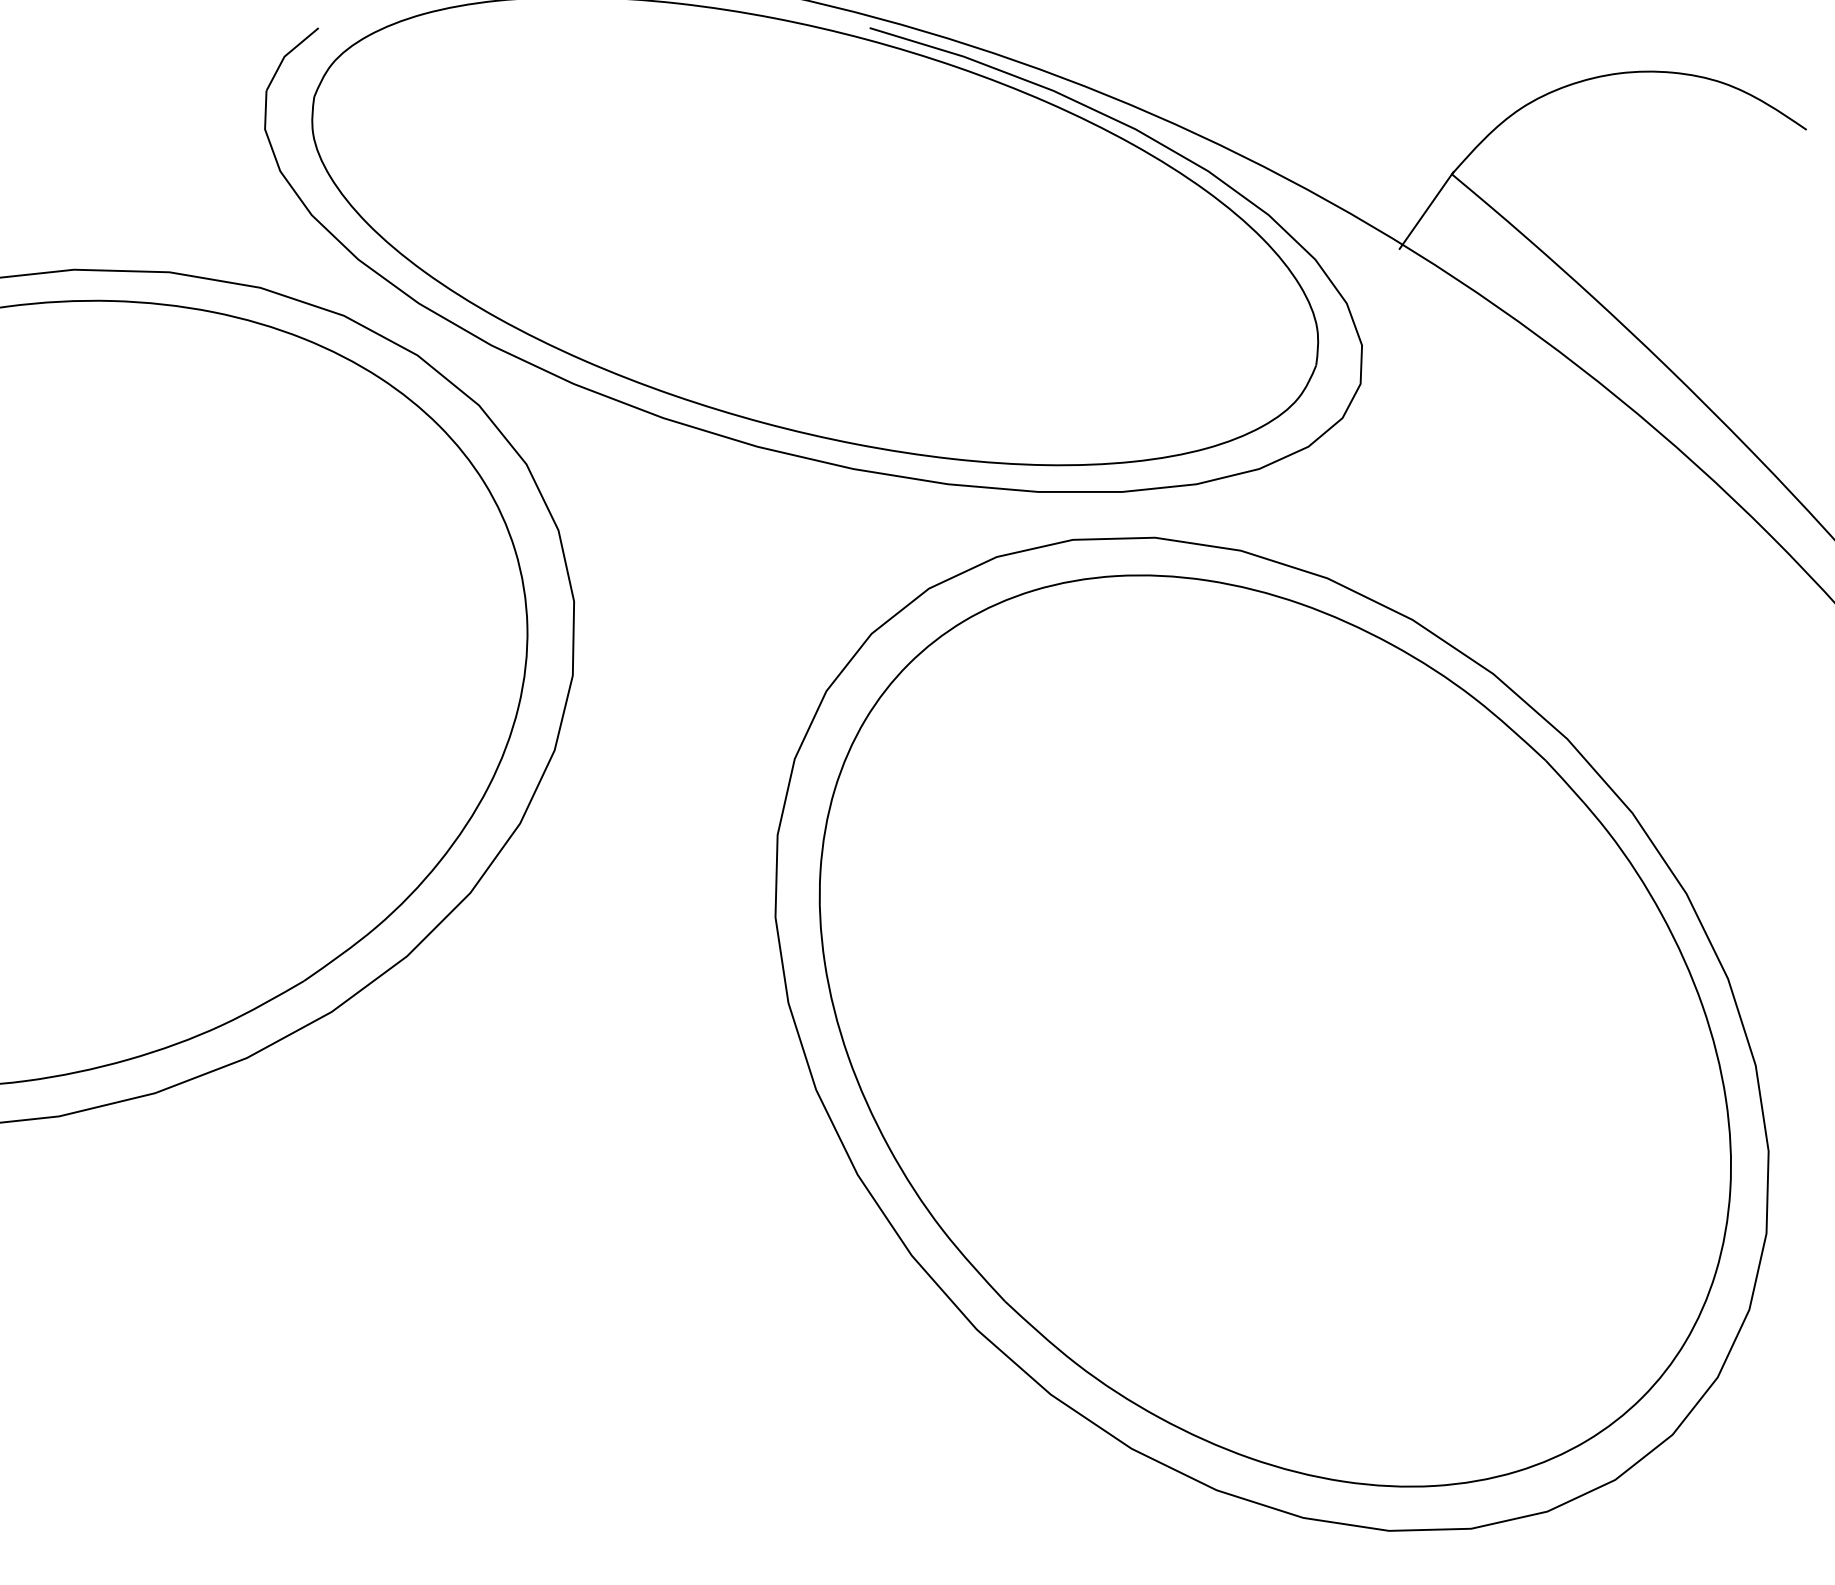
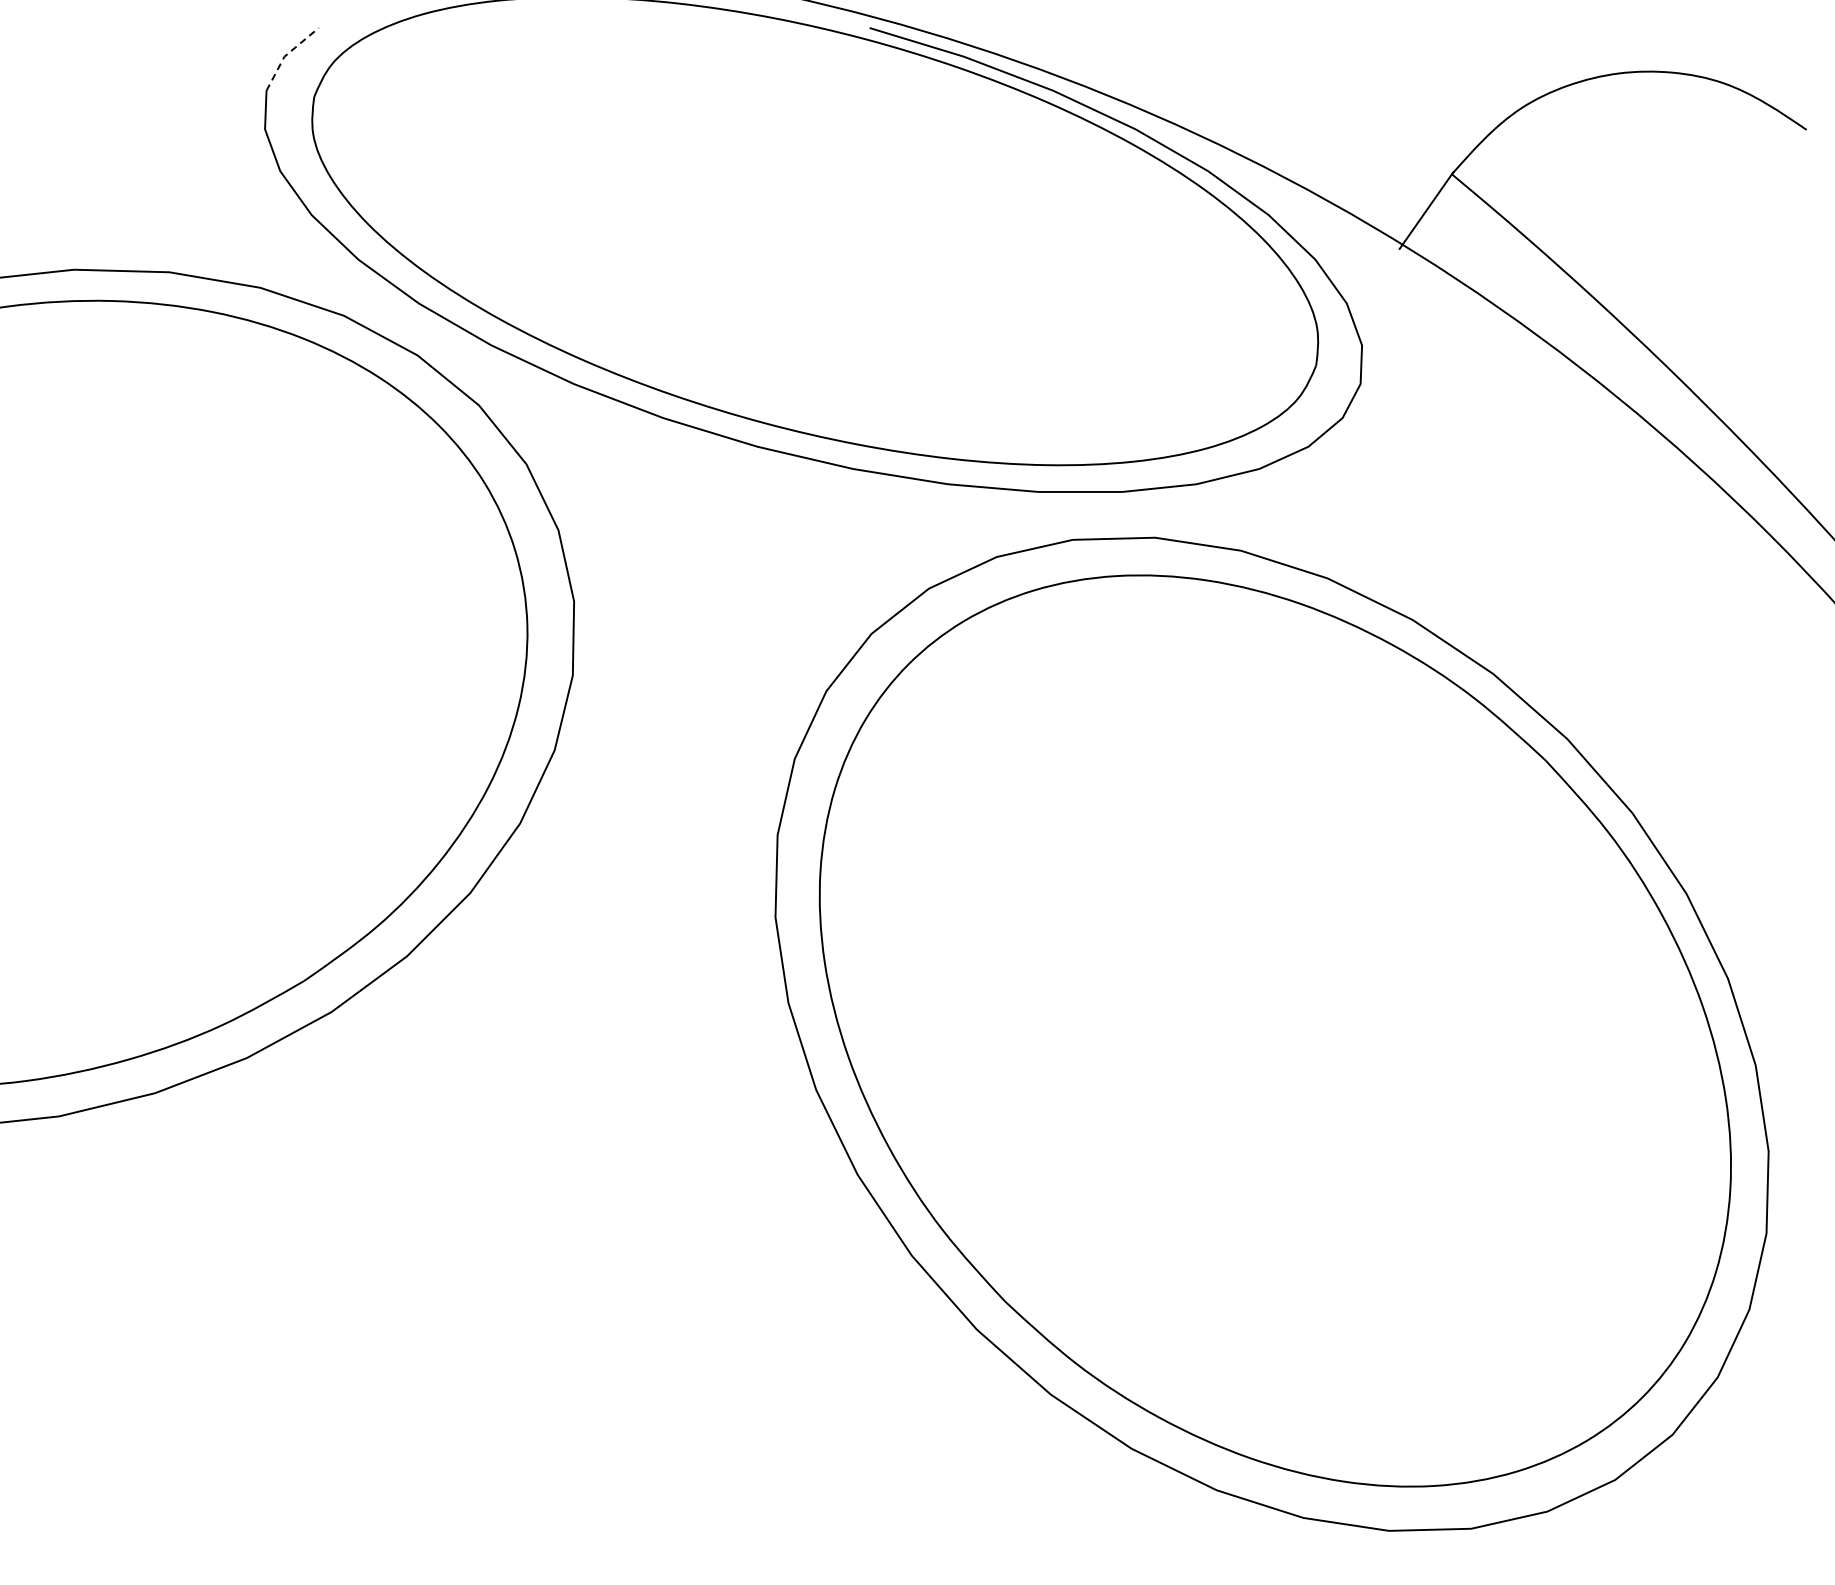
line at (286, 54): solid -> dashed
